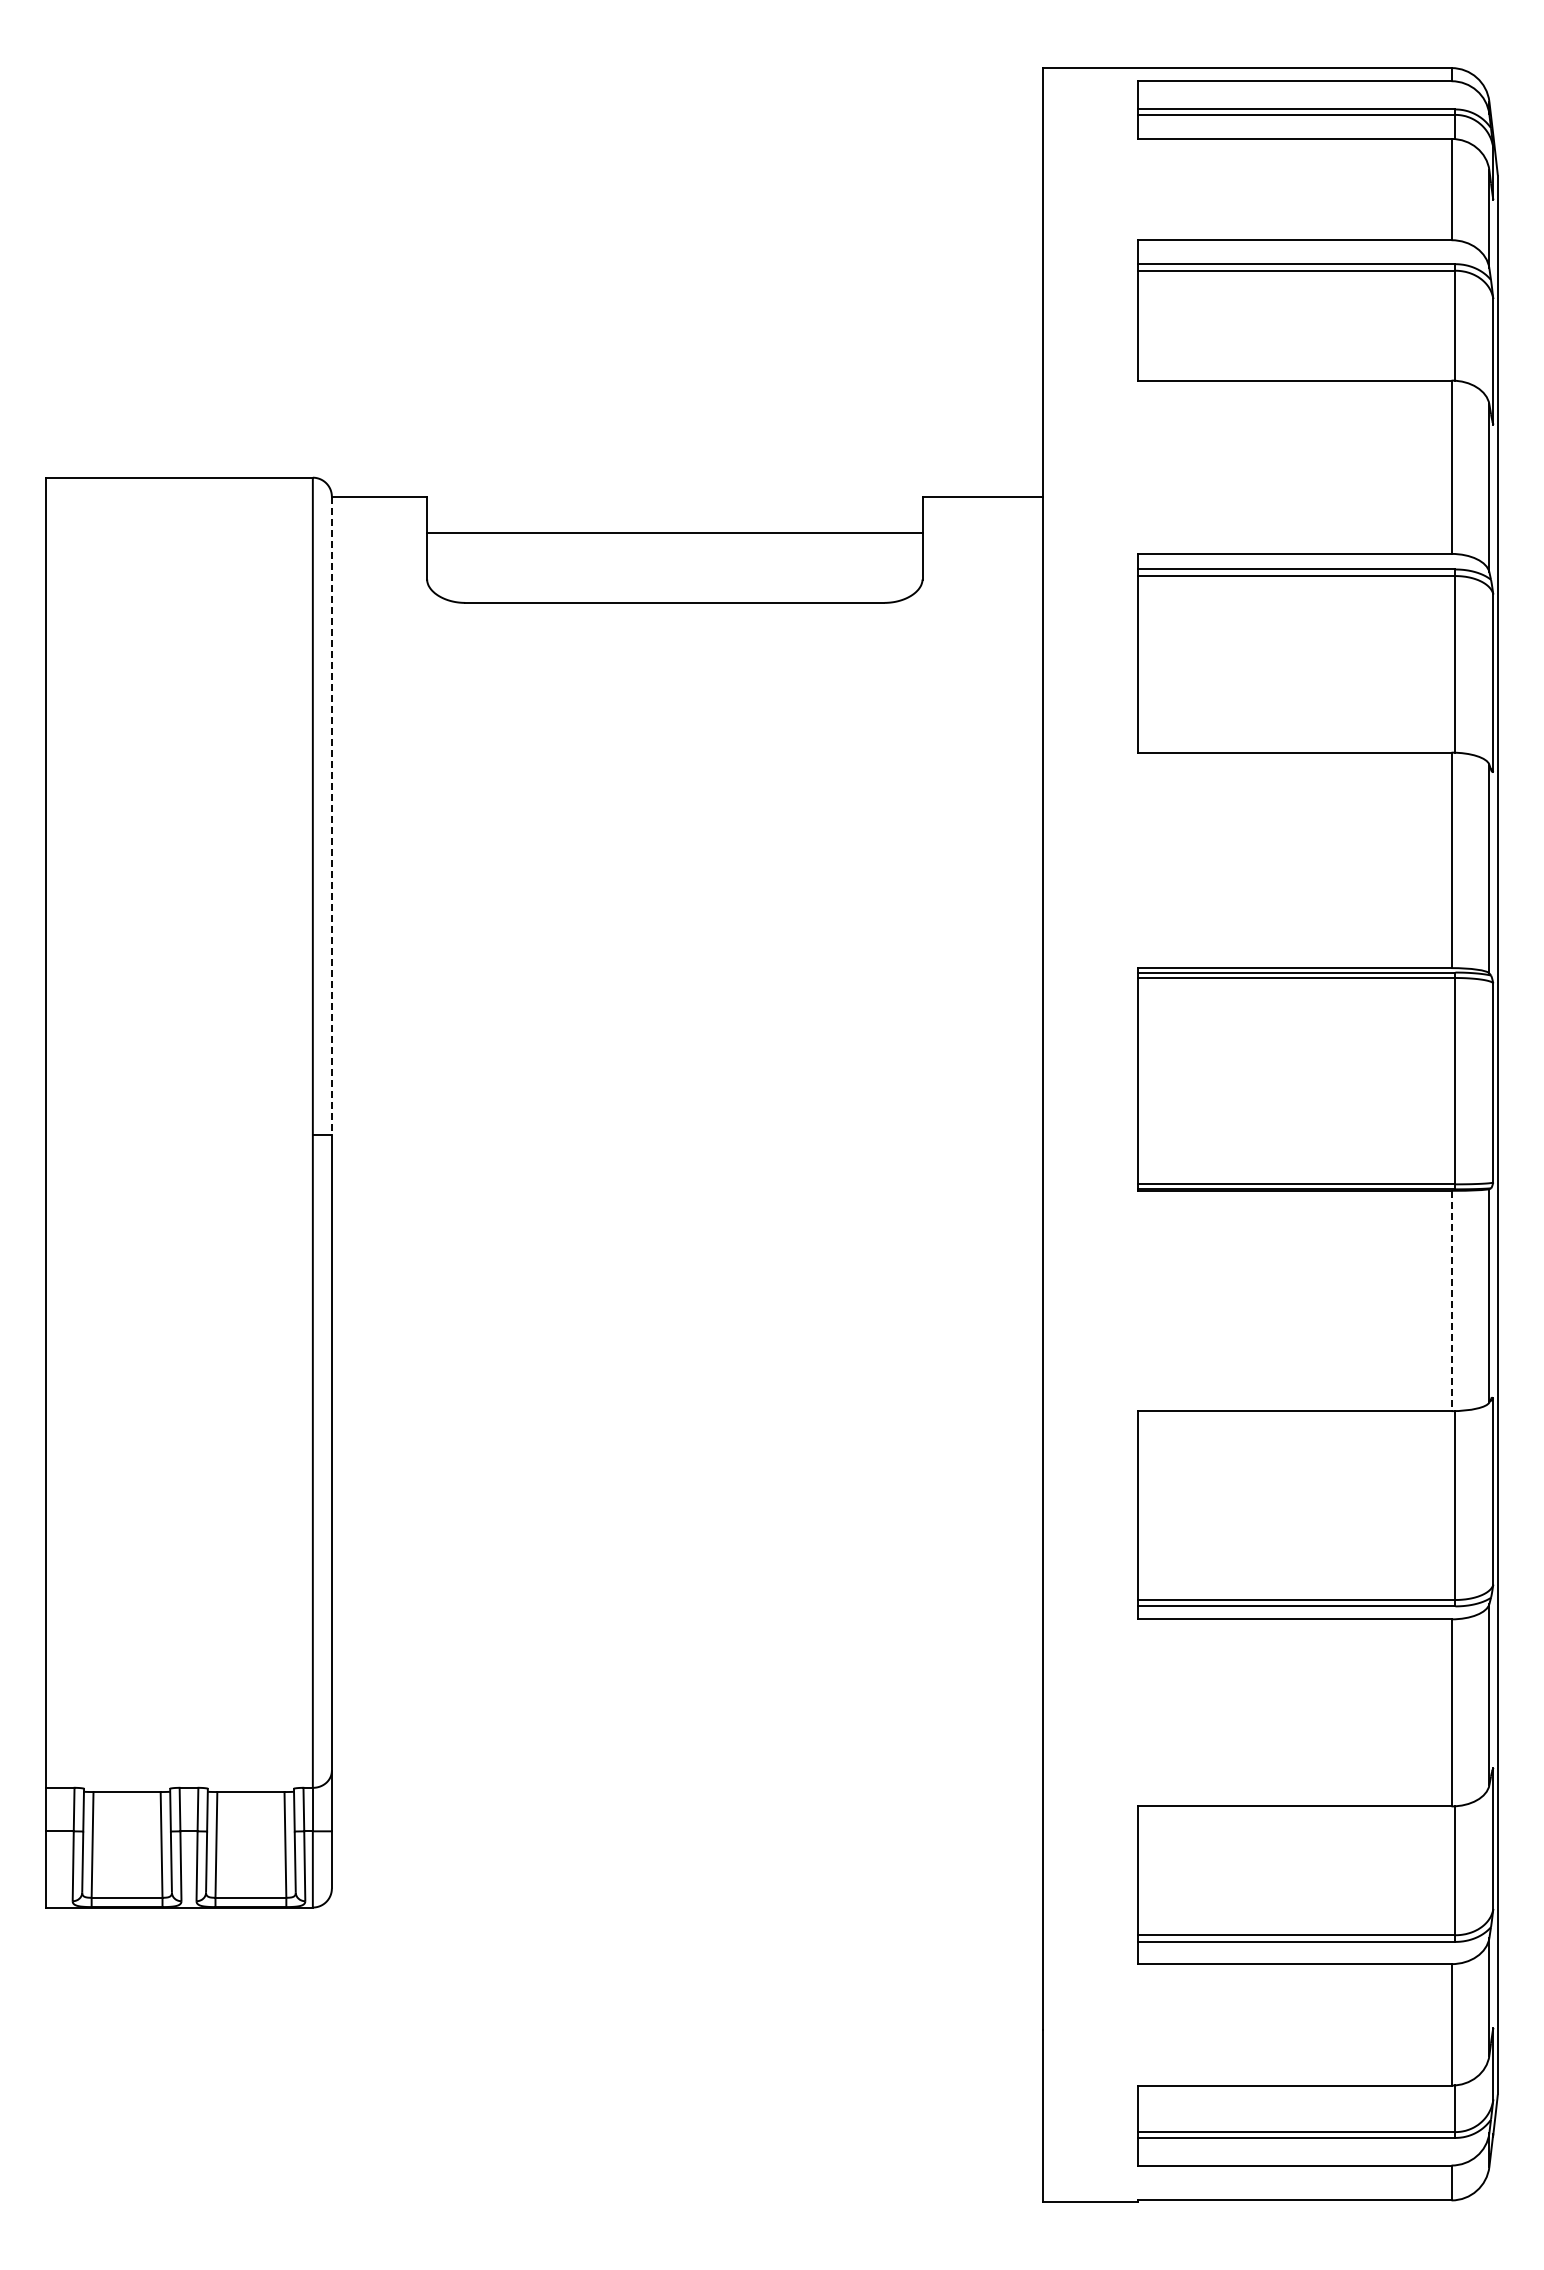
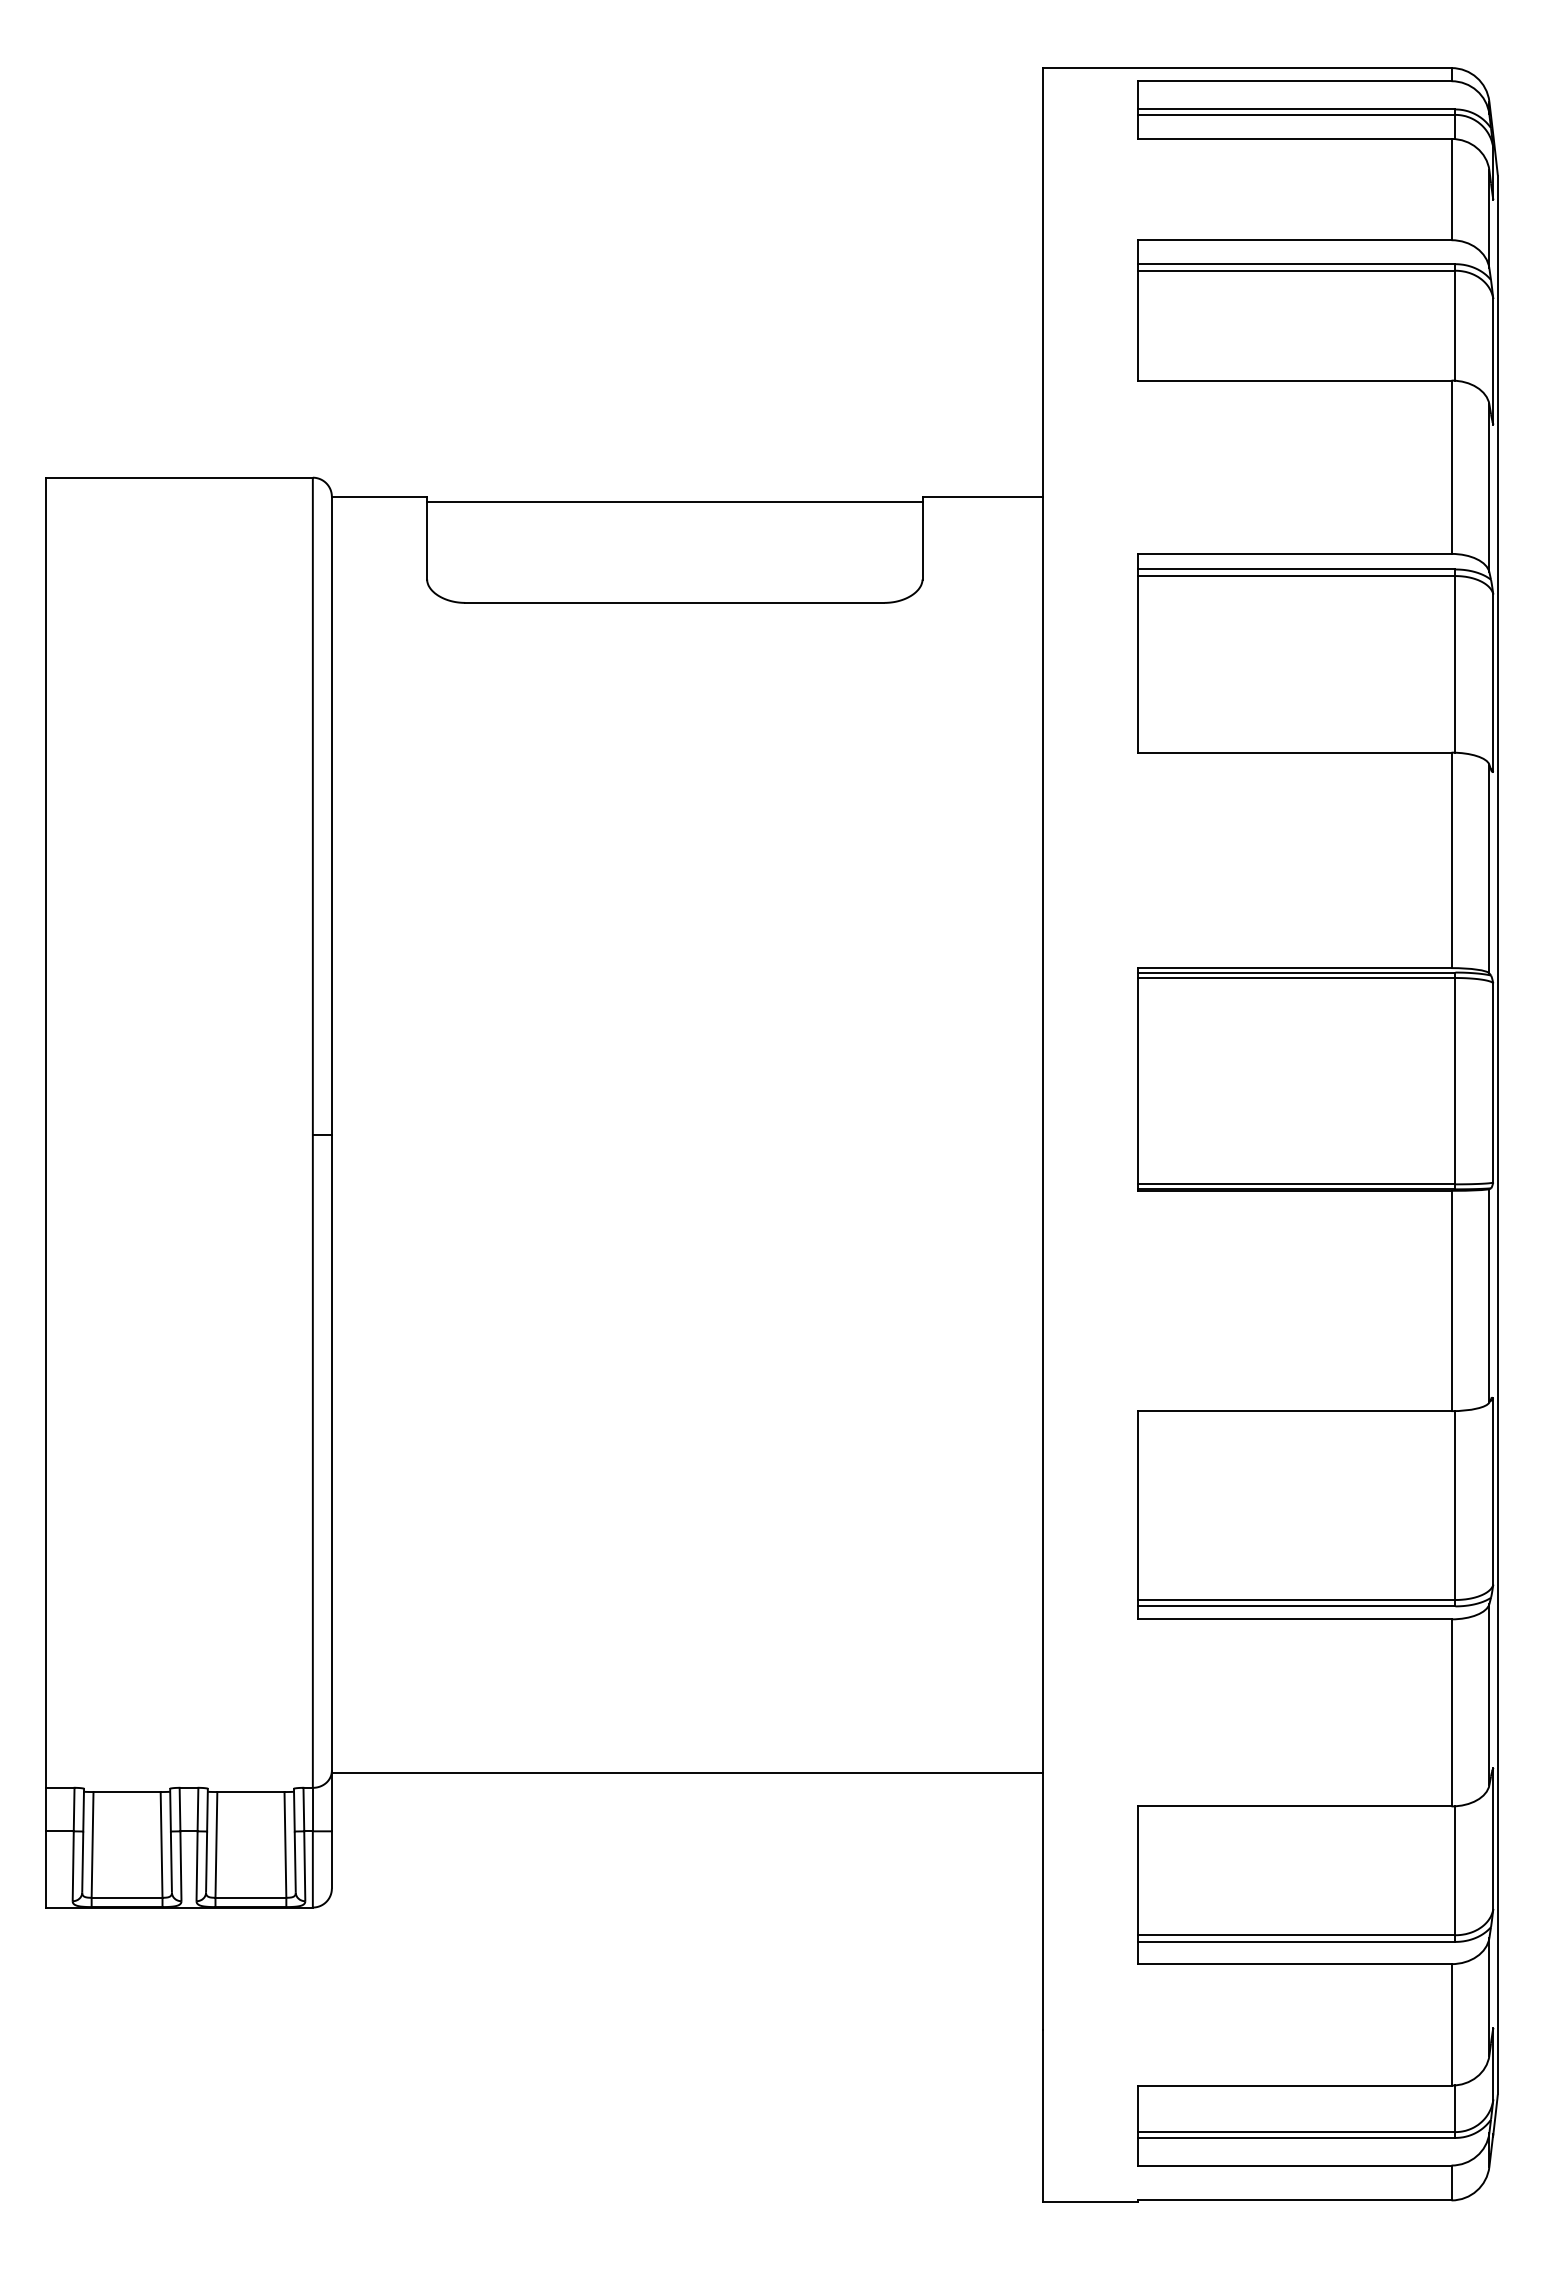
line at (674, 533) position: (674, 533) -> (674, 502)
line at (331, 816): dashed -> solid
line at (1451, 1301): dashed -> solid
line at (687, 1773): none -> present
